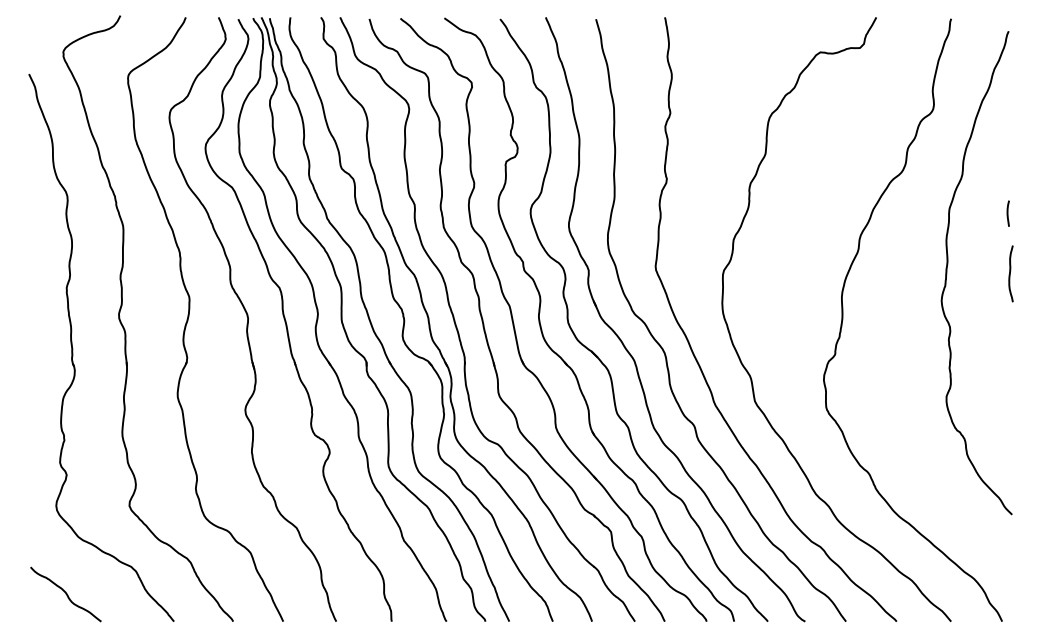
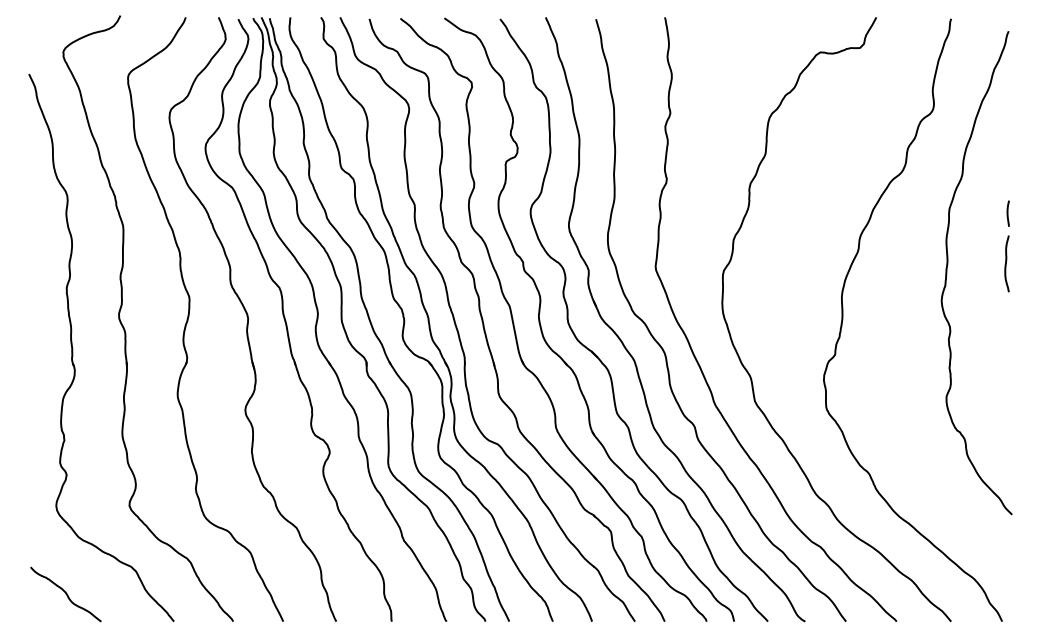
curve at (1010, 273) position: (1010, 273) -> (1006, 263)
